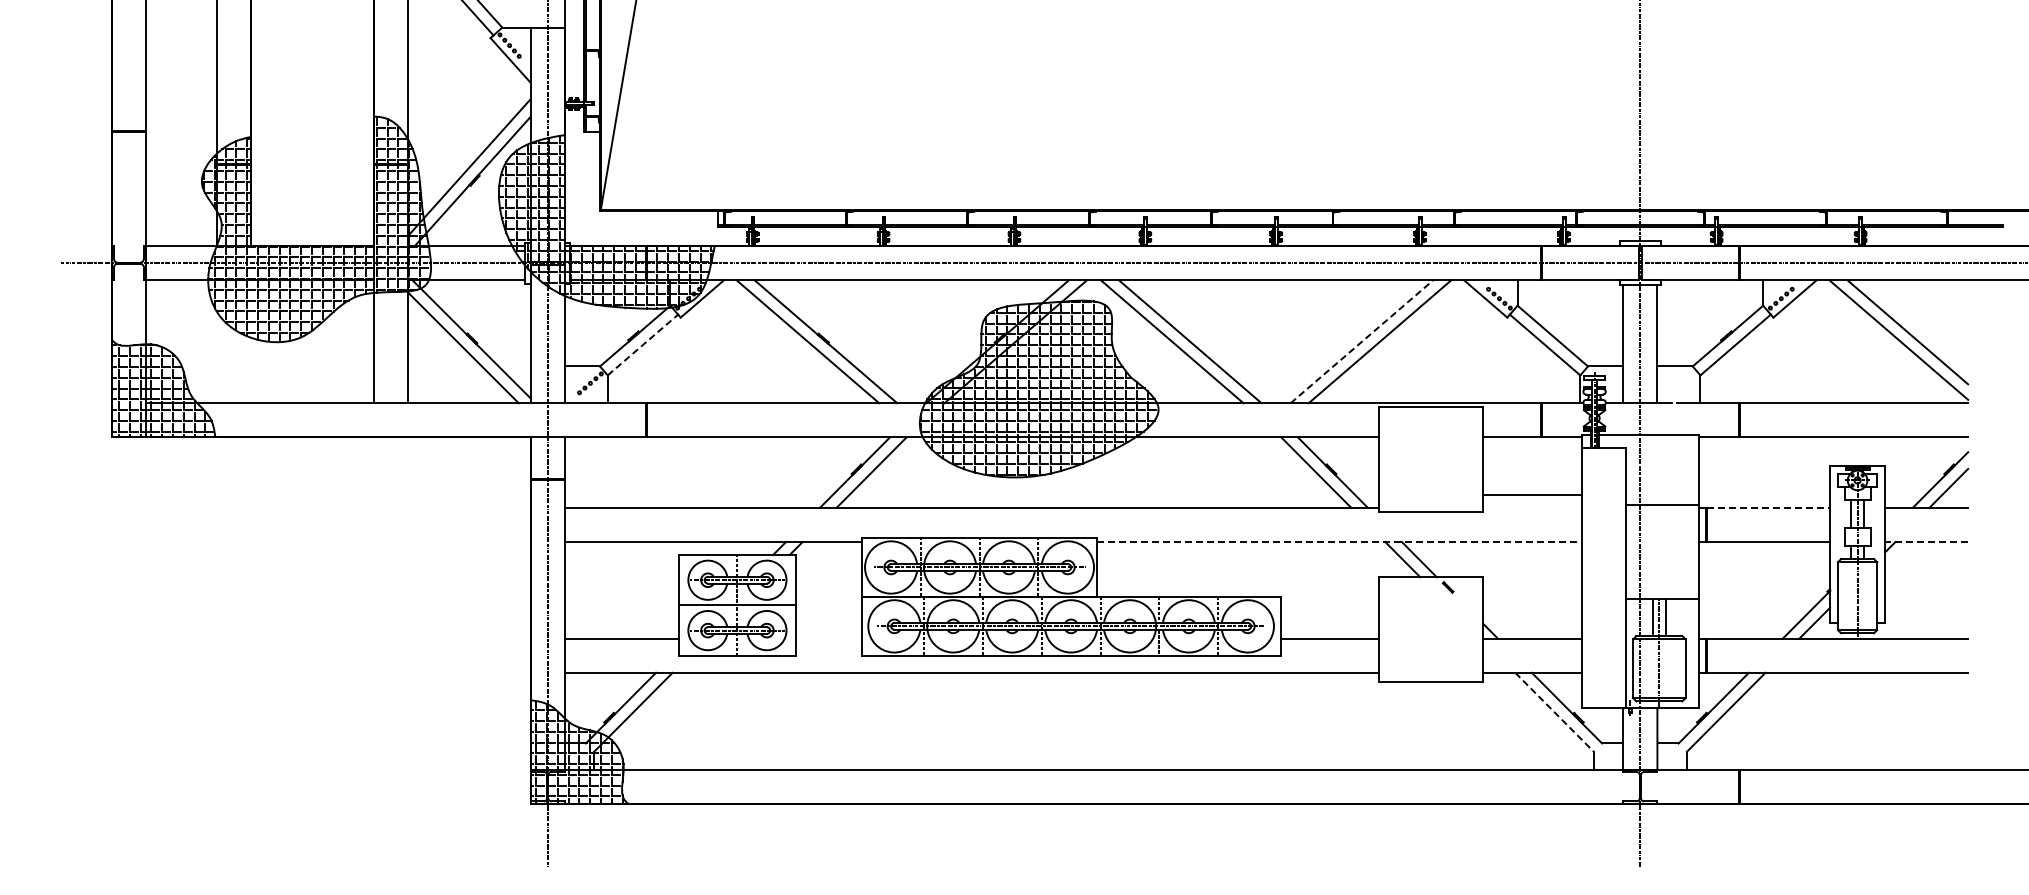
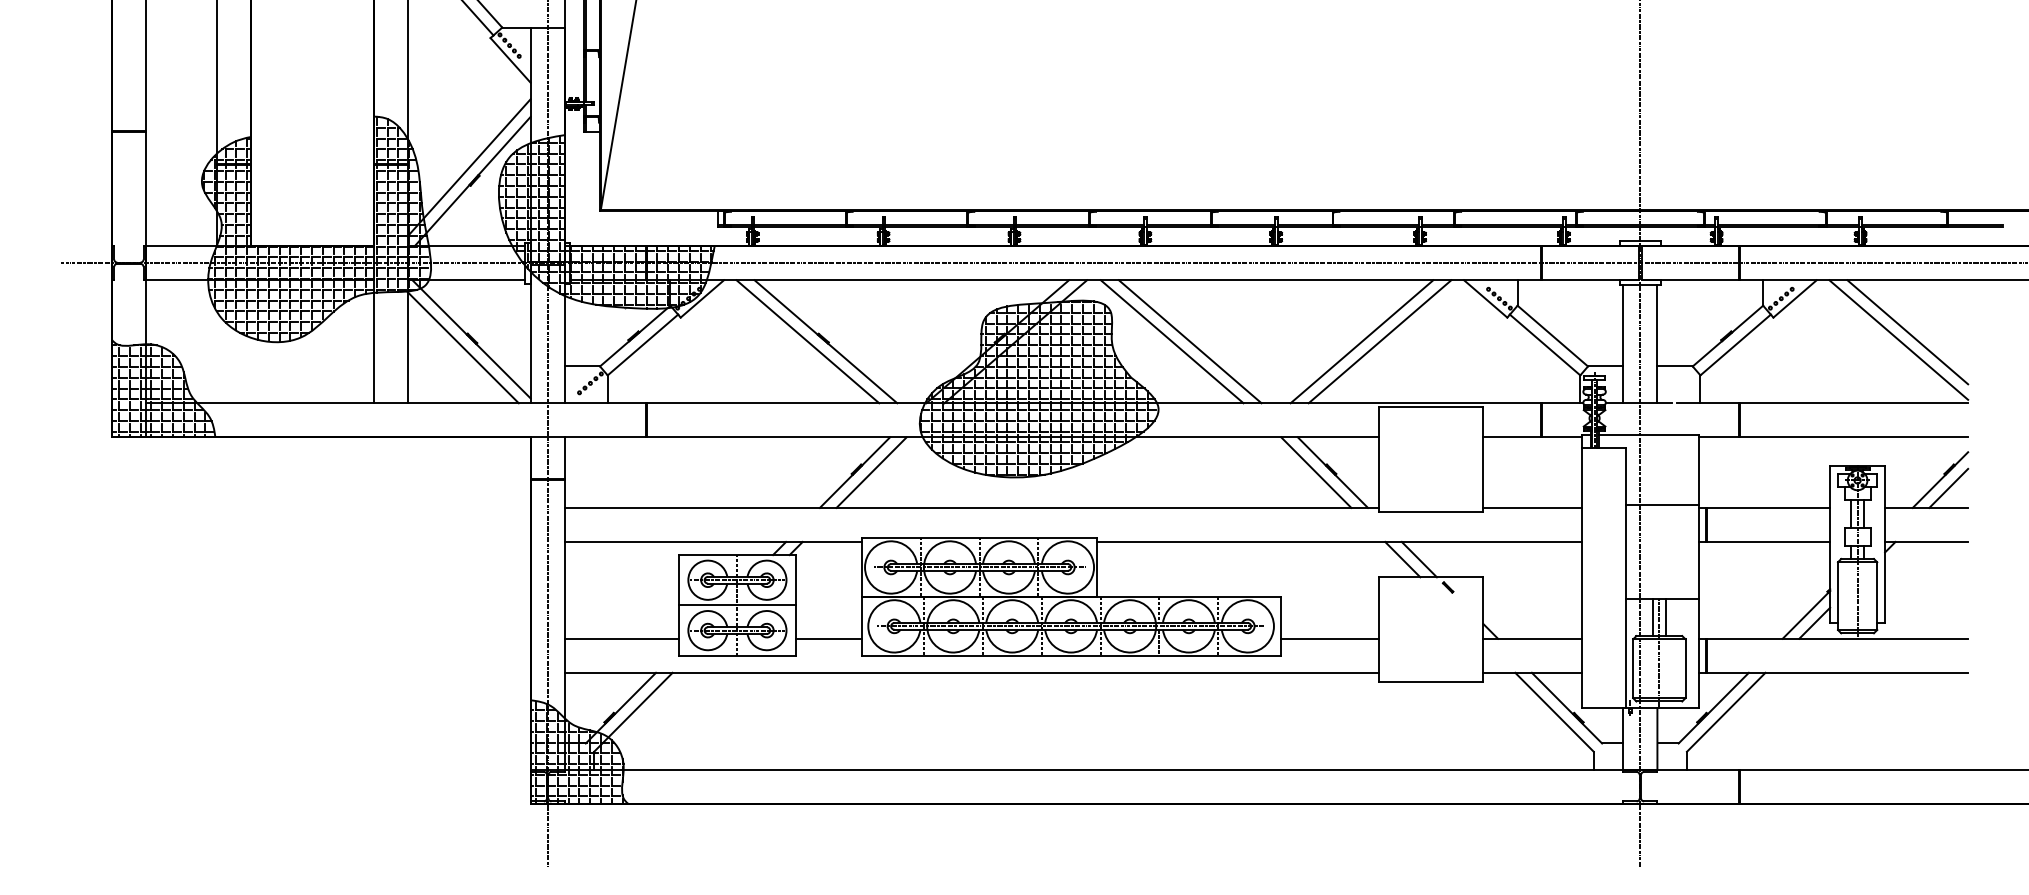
line at (1362, 341): dashed -> solid
line at (643, 344): dashed -> solid
line at (1532, 494) position: (1532, 494) -> (1532, 507)
line at (1768, 507): dashed -> solid
line at (1339, 541): dashed -> solid
line at (1926, 541): dashed -> solid
line at (828, 638): none -> present
line at (1554, 712): dashed -> solid
